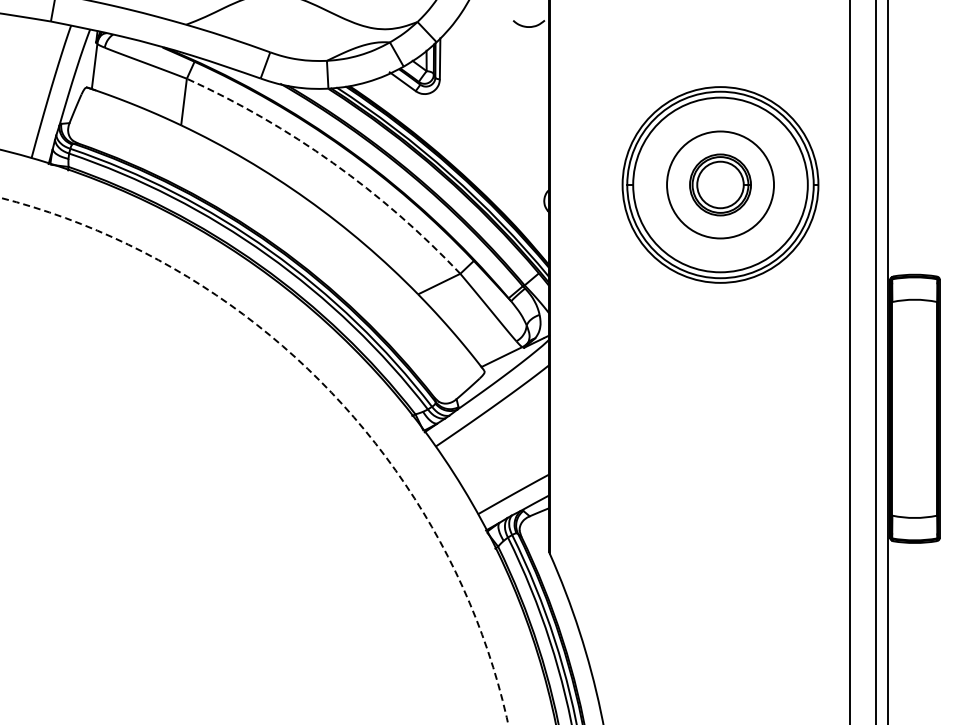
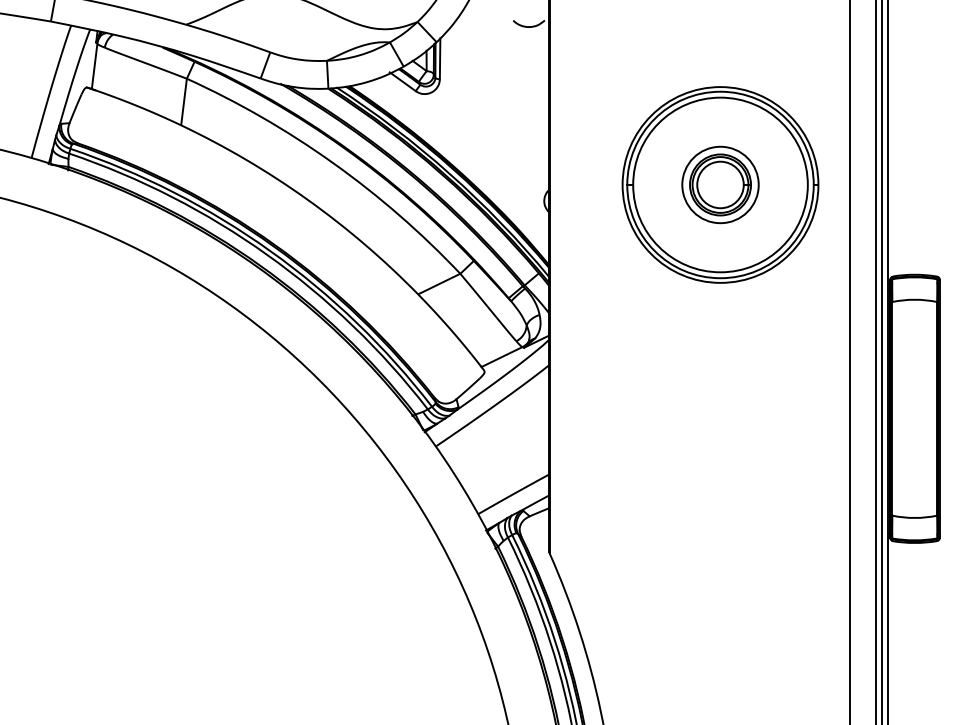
arc at (333, 163): dashed -> solid
circle at (720, 184) diameter: 107 px -> 76 px
line at (881, 361): none -> present
circle at (254, 460): dashed -> solid
